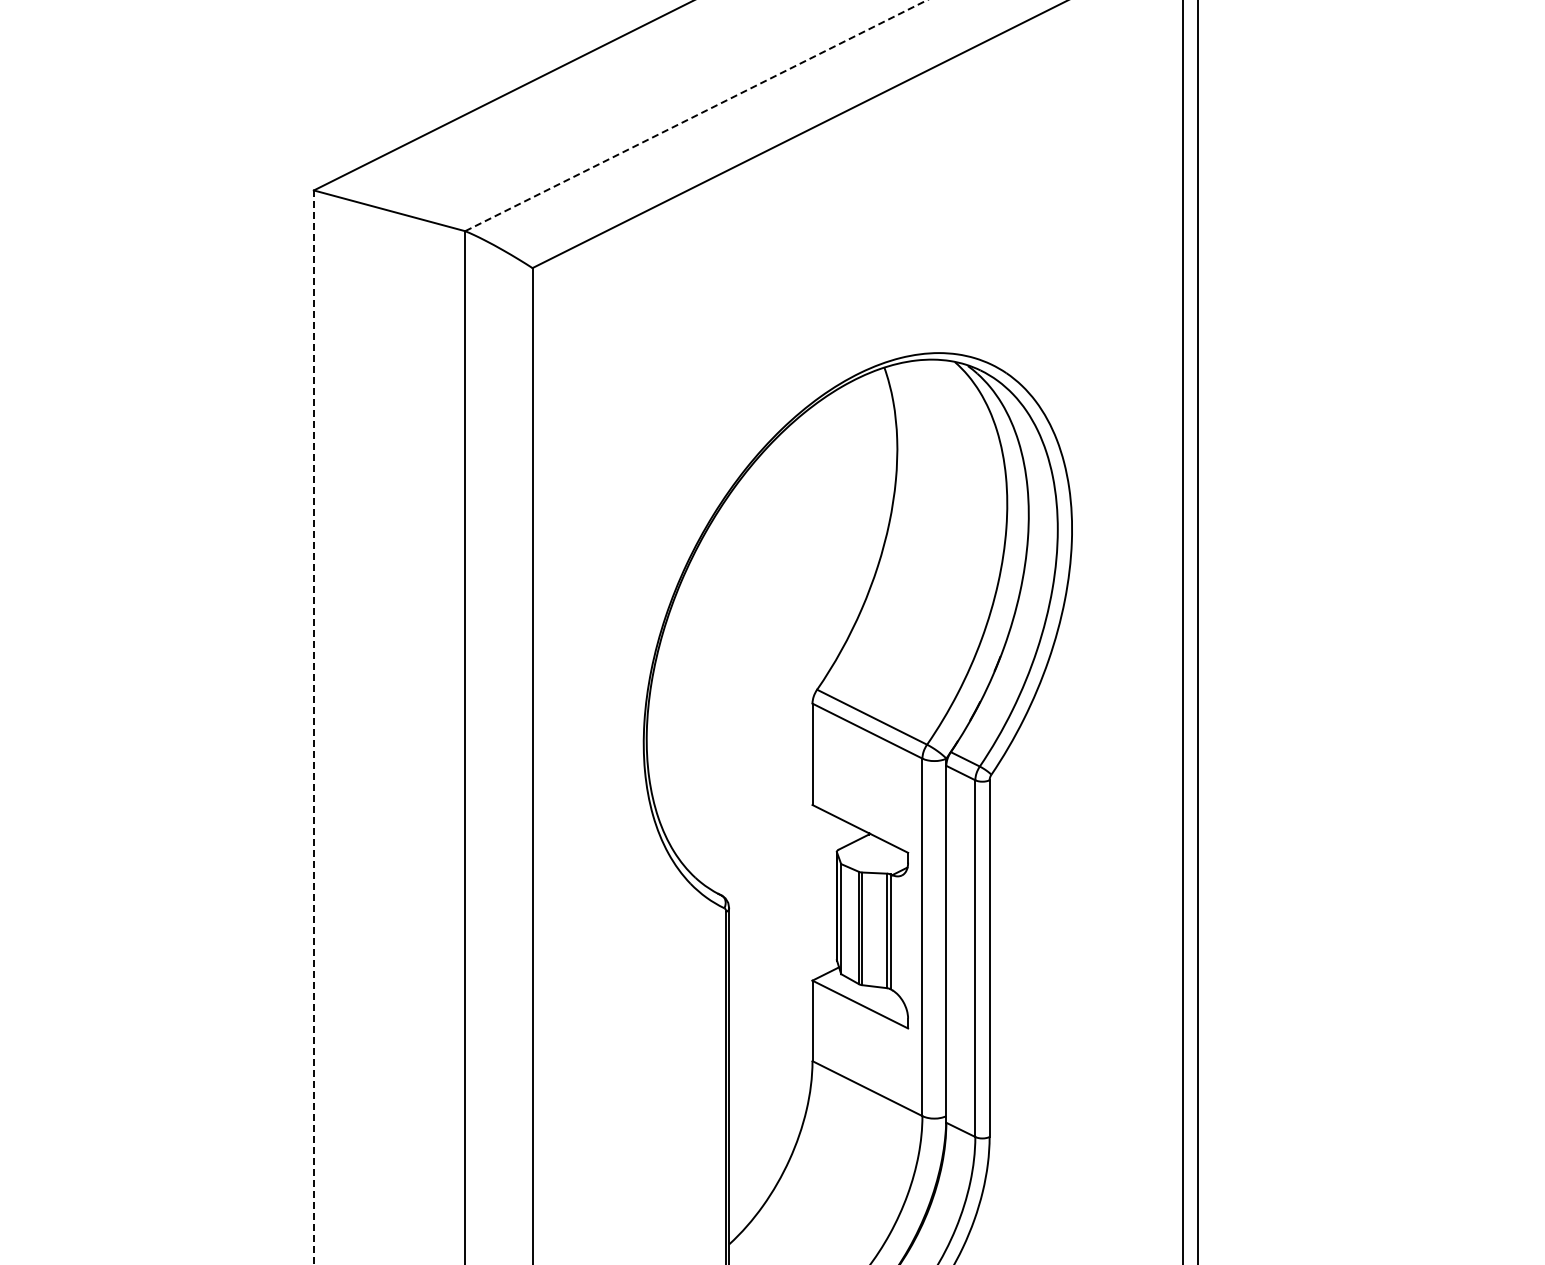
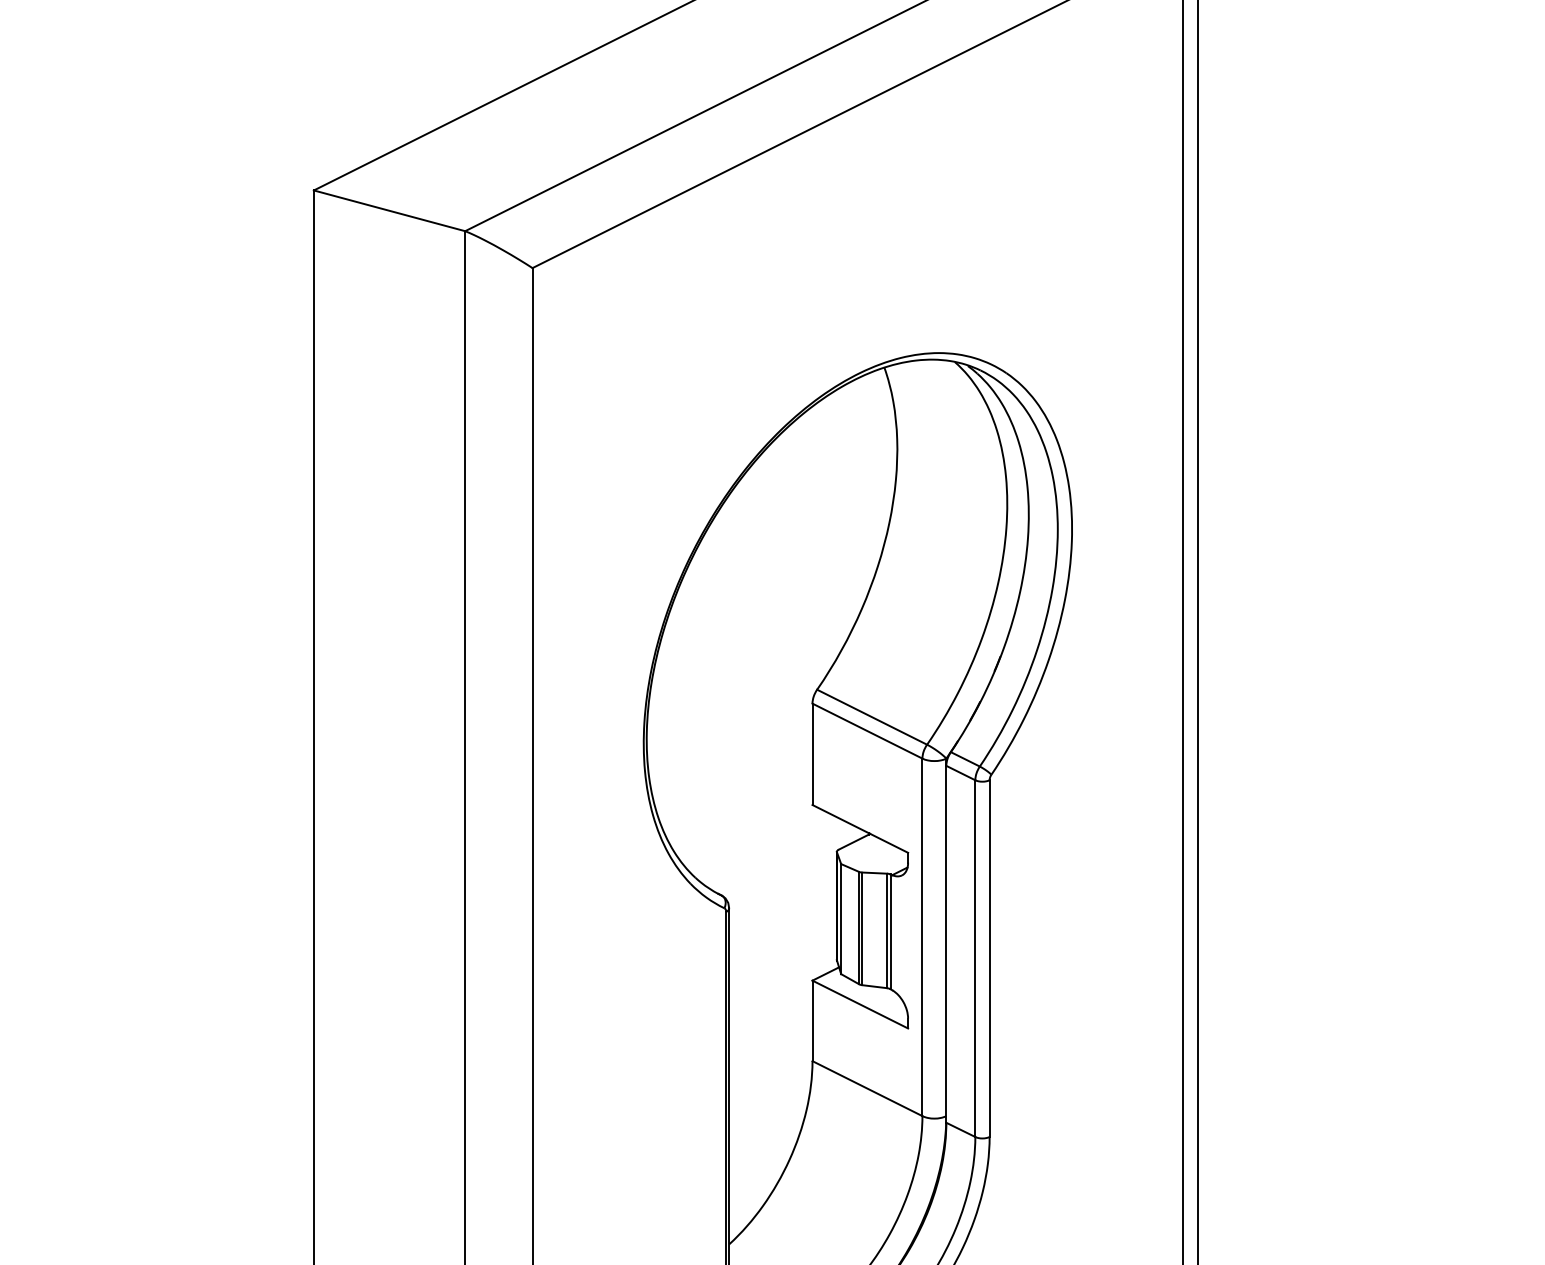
line at (696, 115): dashed -> solid
line at (313, 727): dashed -> solid
